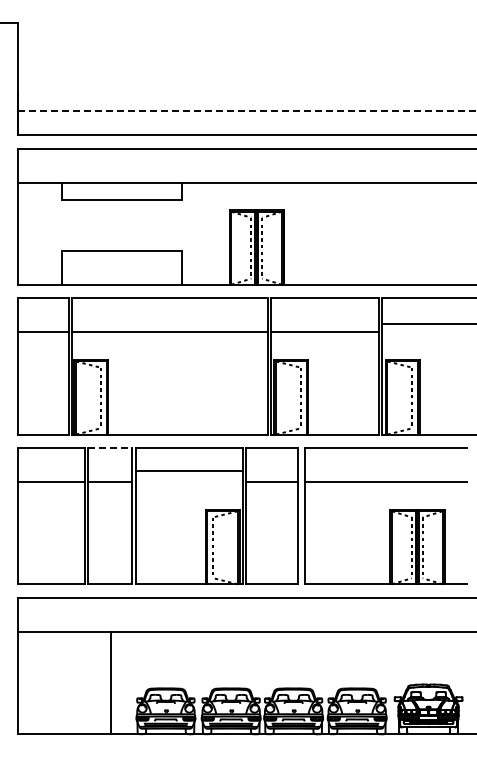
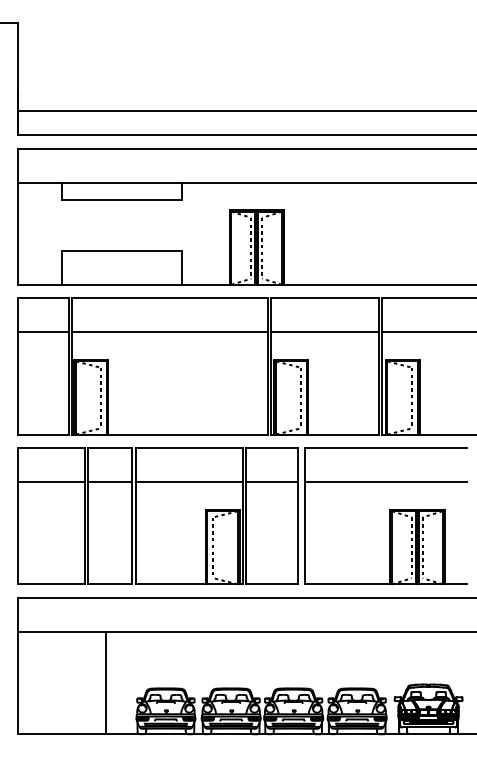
line at (247, 111): dashed -> solid
line at (427, 324) position: (427, 324) -> (427, 332)
line at (110, 448): dashed -> solid
line at (189, 471) position: (189, 471) -> (189, 482)
line at (111, 683) position: (111, 683) -> (106, 683)
